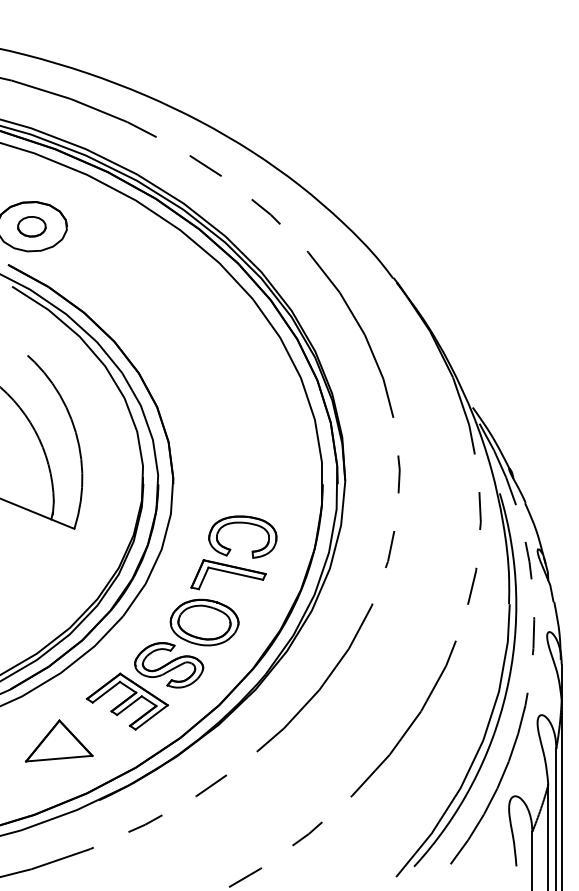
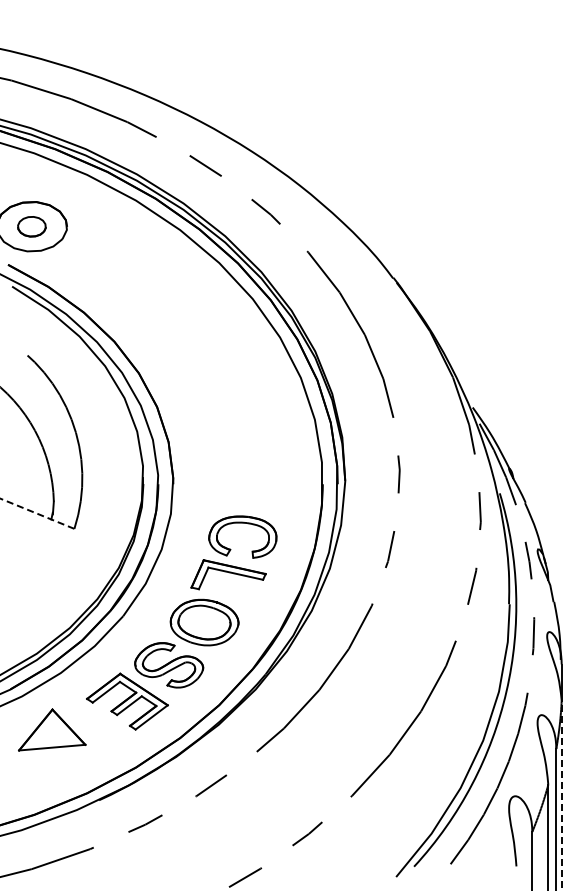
line at (37, 513): solid -> dashed
part at (59, 740) position: (59, 740) -> (52, 729)
line at (561, 795): solid -> dashed
